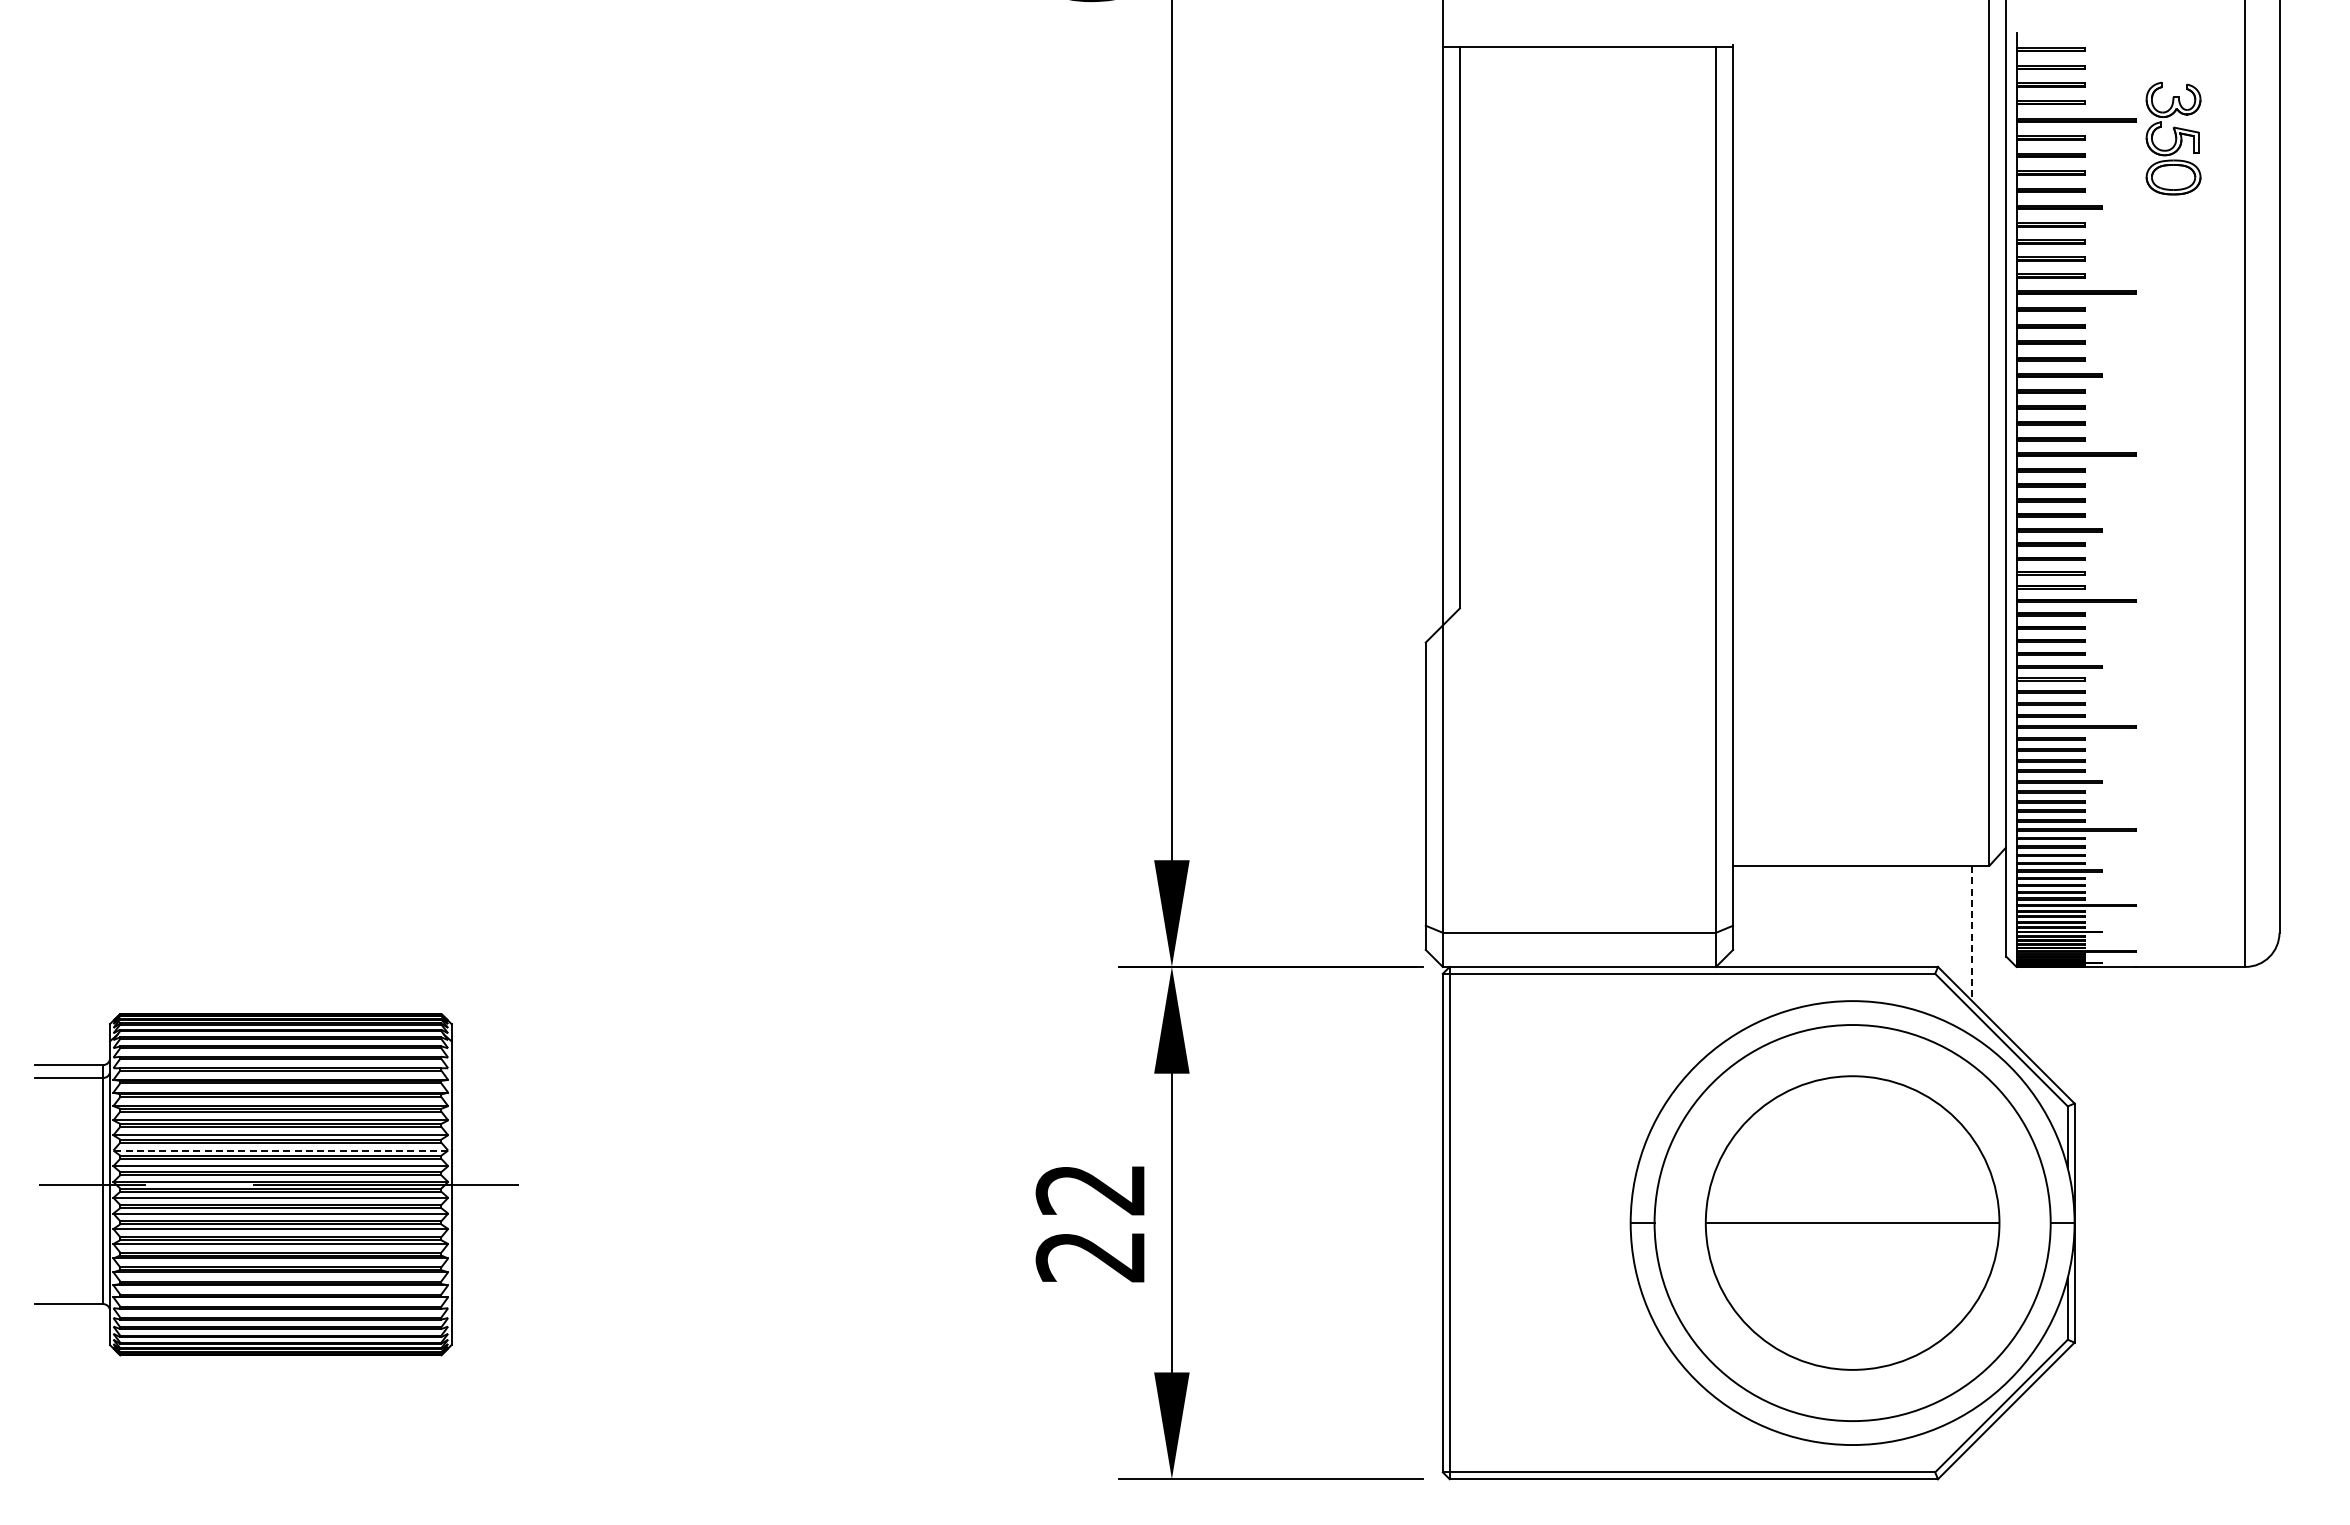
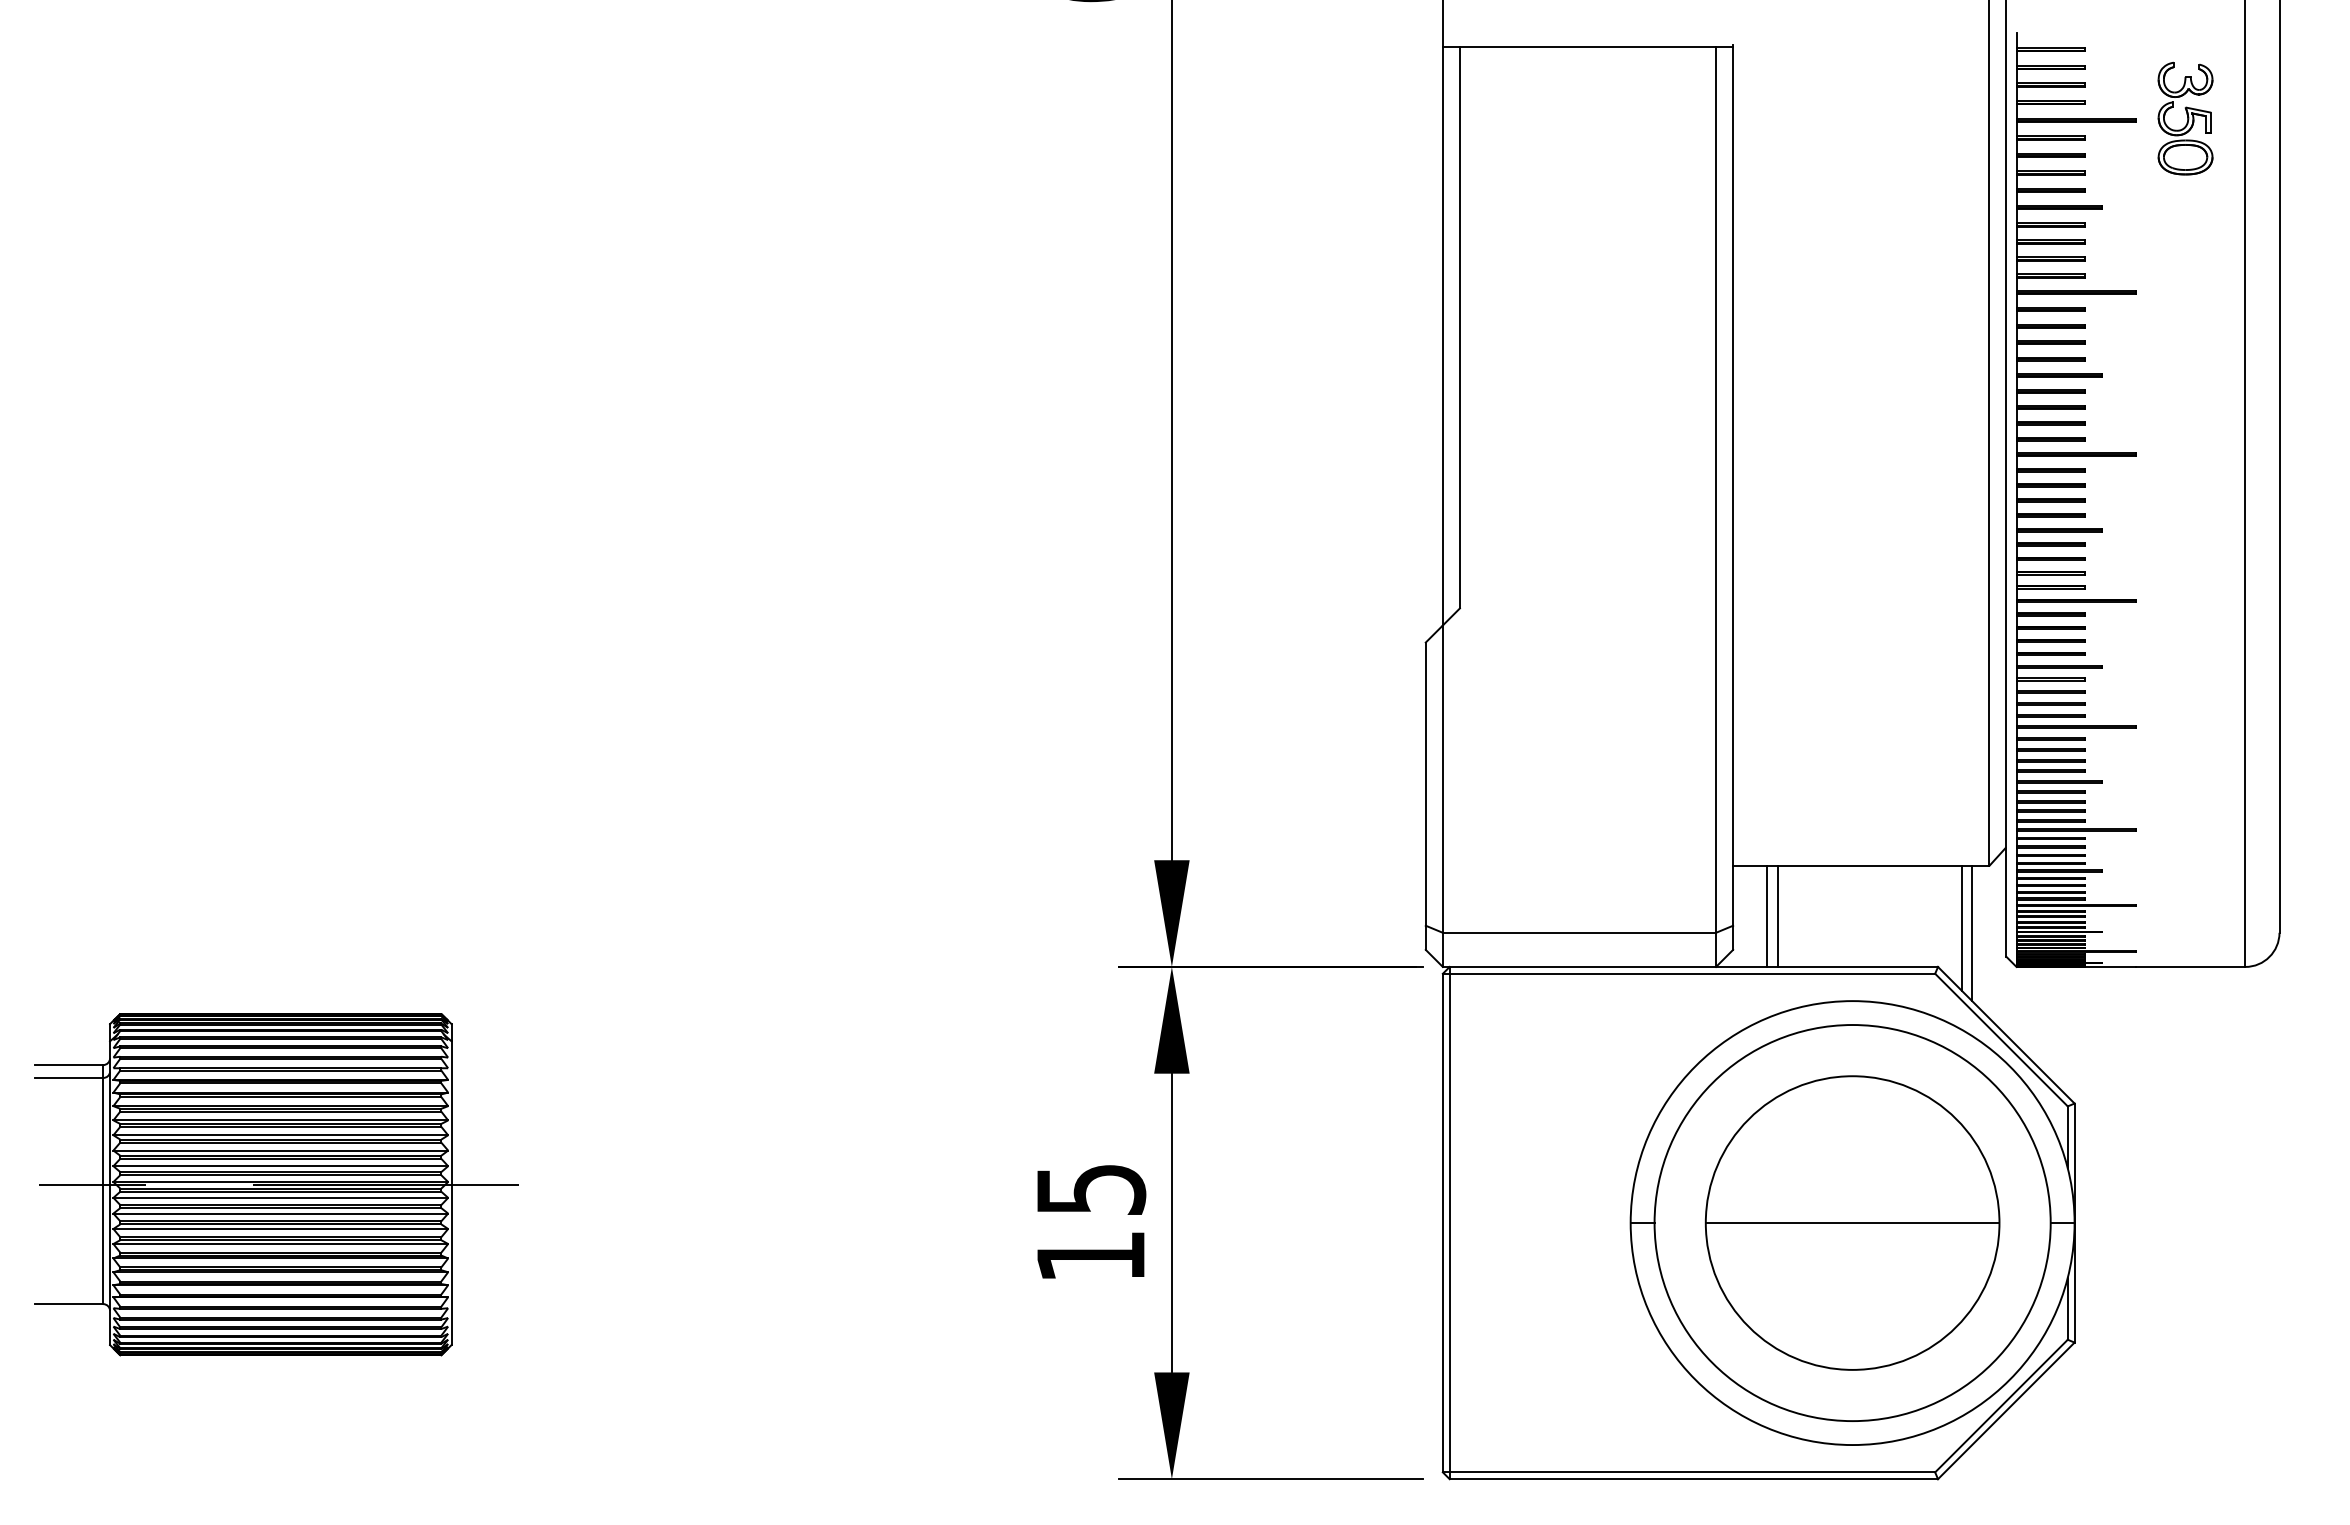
part at (2173, 138) position: (2173, 138) -> (2185, 118)
line at (1767, 916): none -> present
line at (1777, 916): none -> present
line at (1961, 928): none -> present
line at (1972, 933): dashed -> solid
line at (280, 1150): dashed -> solid
text at (1090, 1223): 22 -> 15
